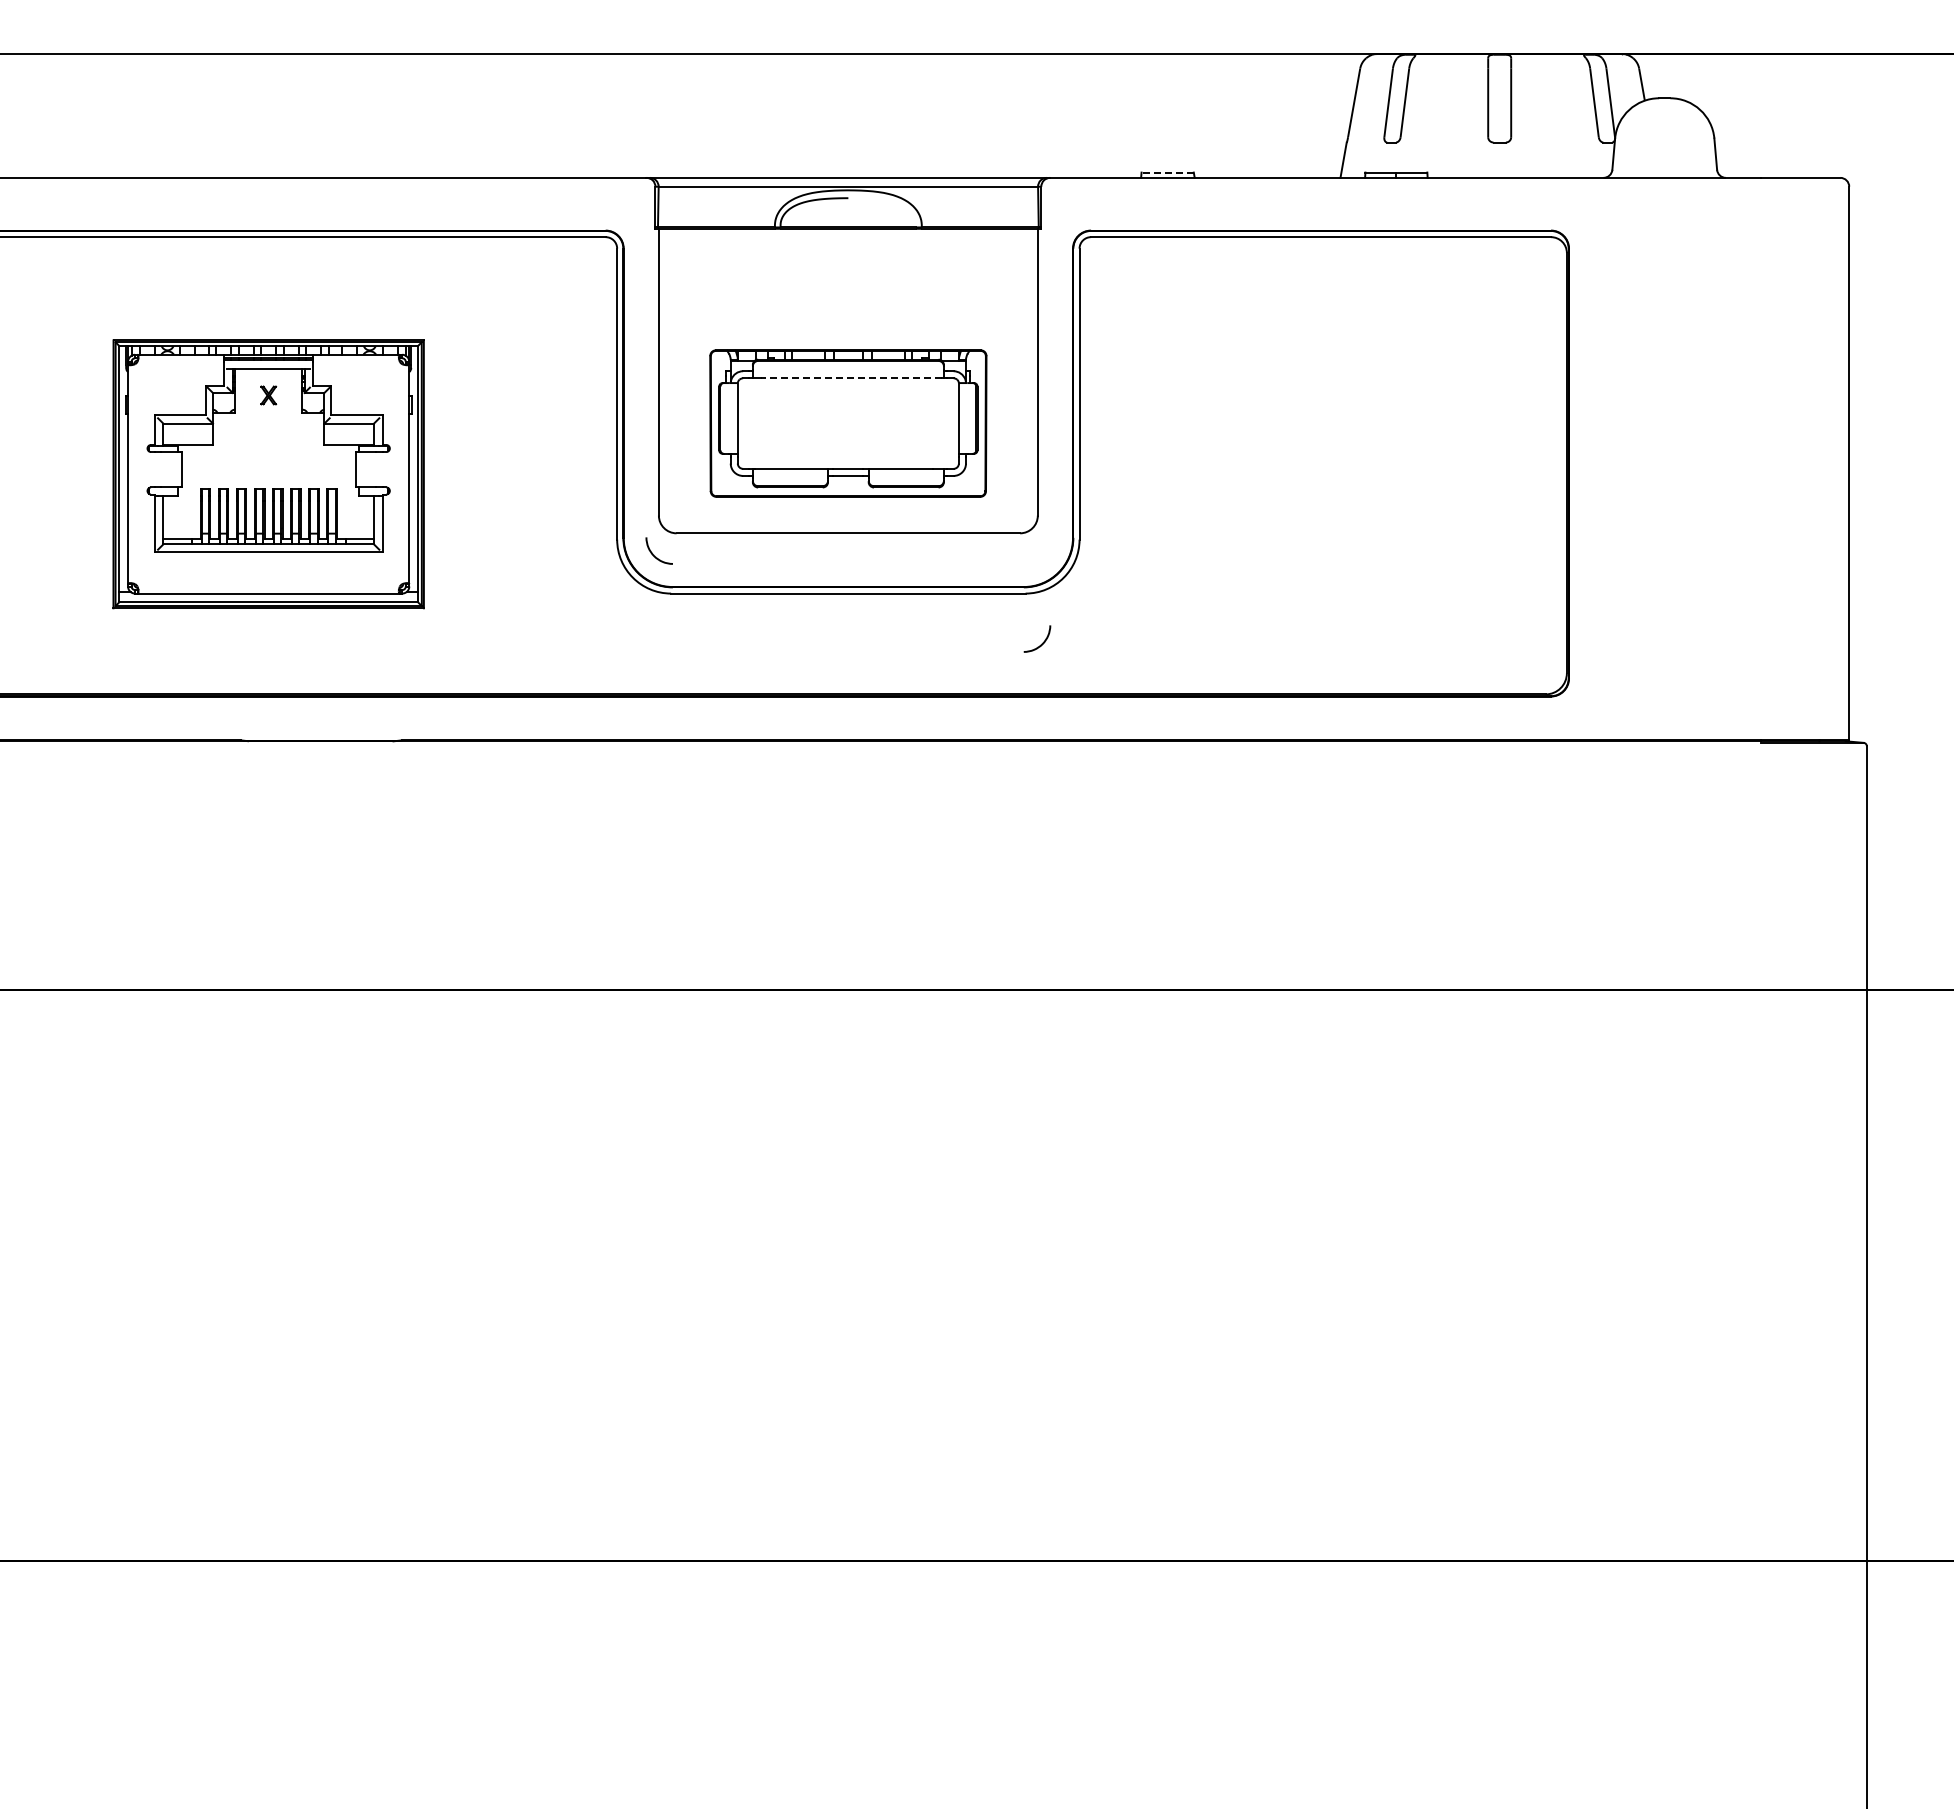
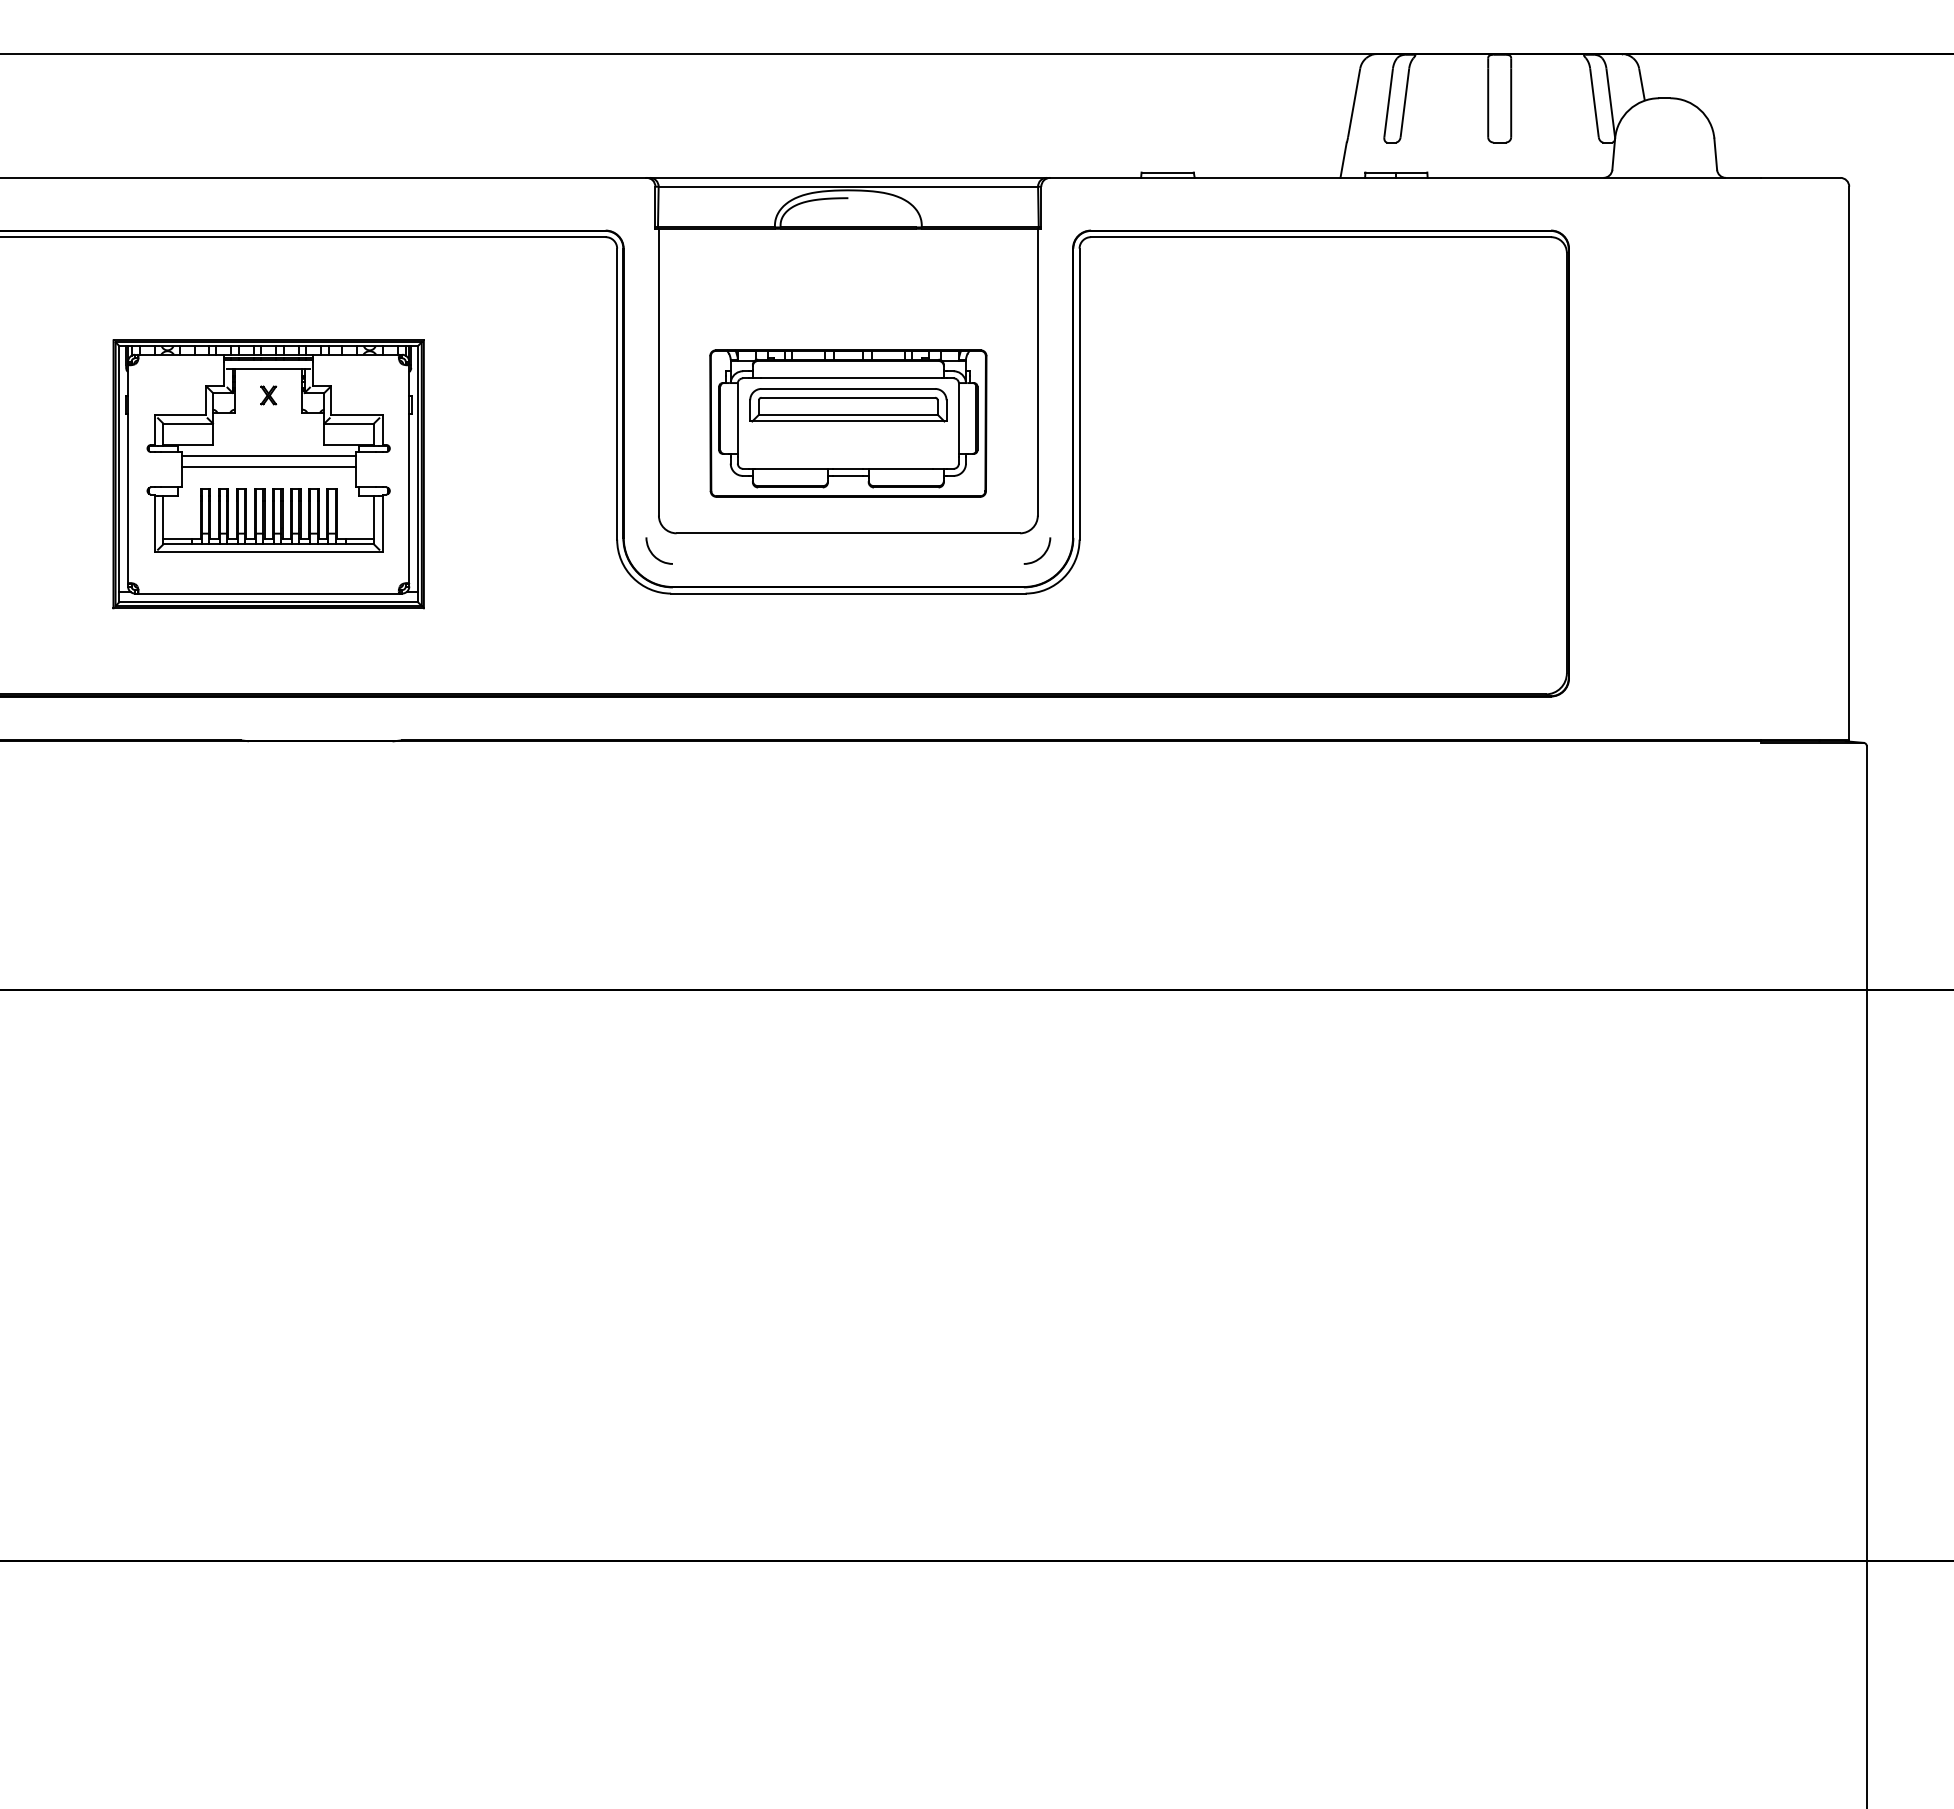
line at (1167, 172): dashed -> solid
line at (851, 378): dashed -> solid
part at (848, 405): none -> present
line at (268, 456): none -> present
line at (268, 467): none -> present
curve at (1042, 642) position: (1042, 642) -> (1042, 554)
